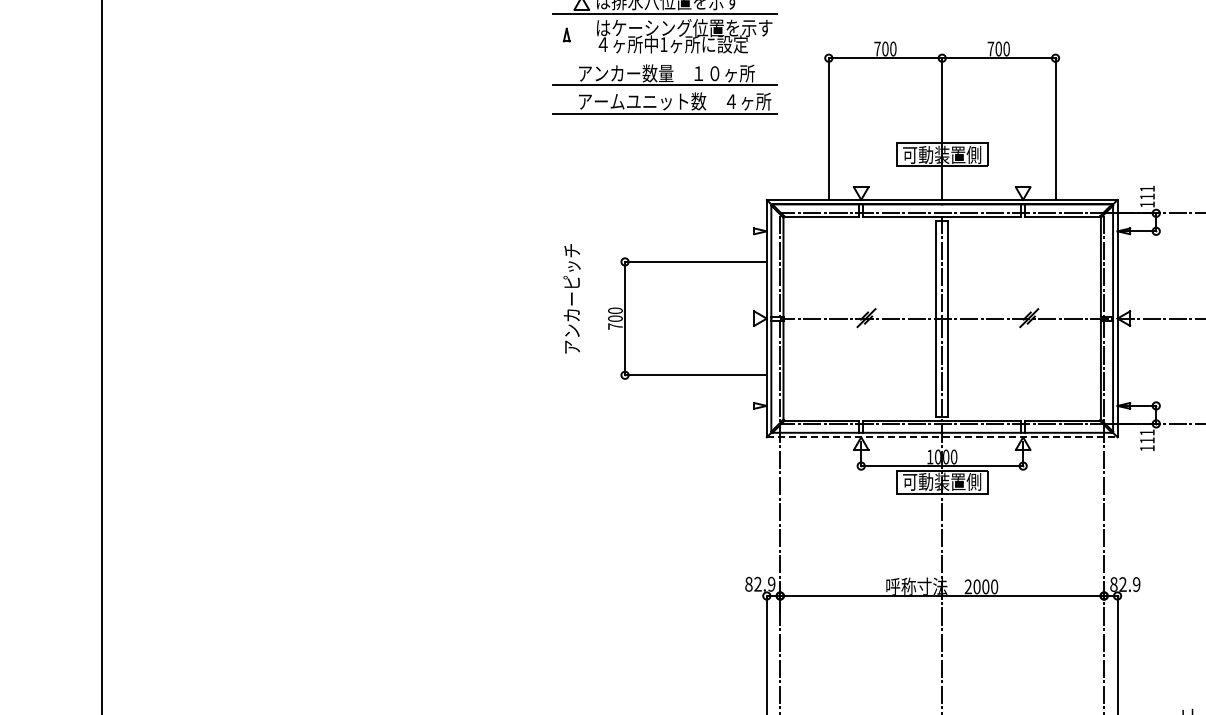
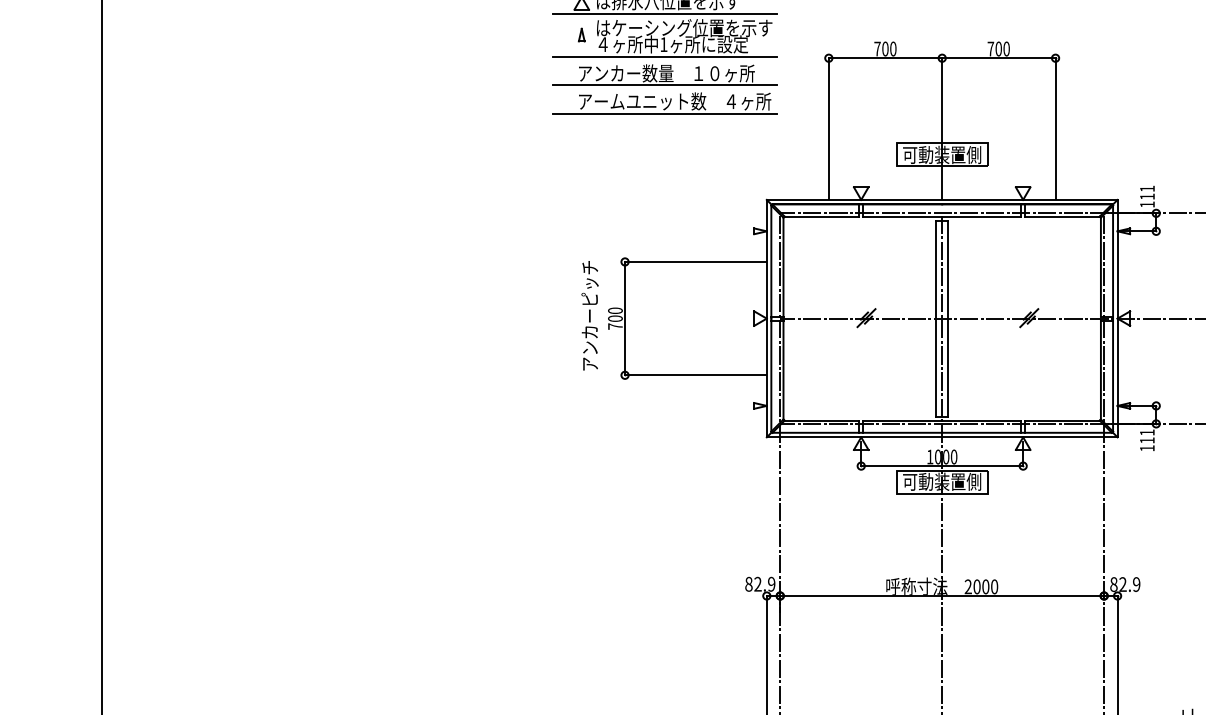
part at (566, 34) position: (566, 34) -> (581, 34)
line at (664, 57): none -> present
text at (571, 298) position: (571, 298) -> (589, 315)
line at (942, 437): dashed -> solid
